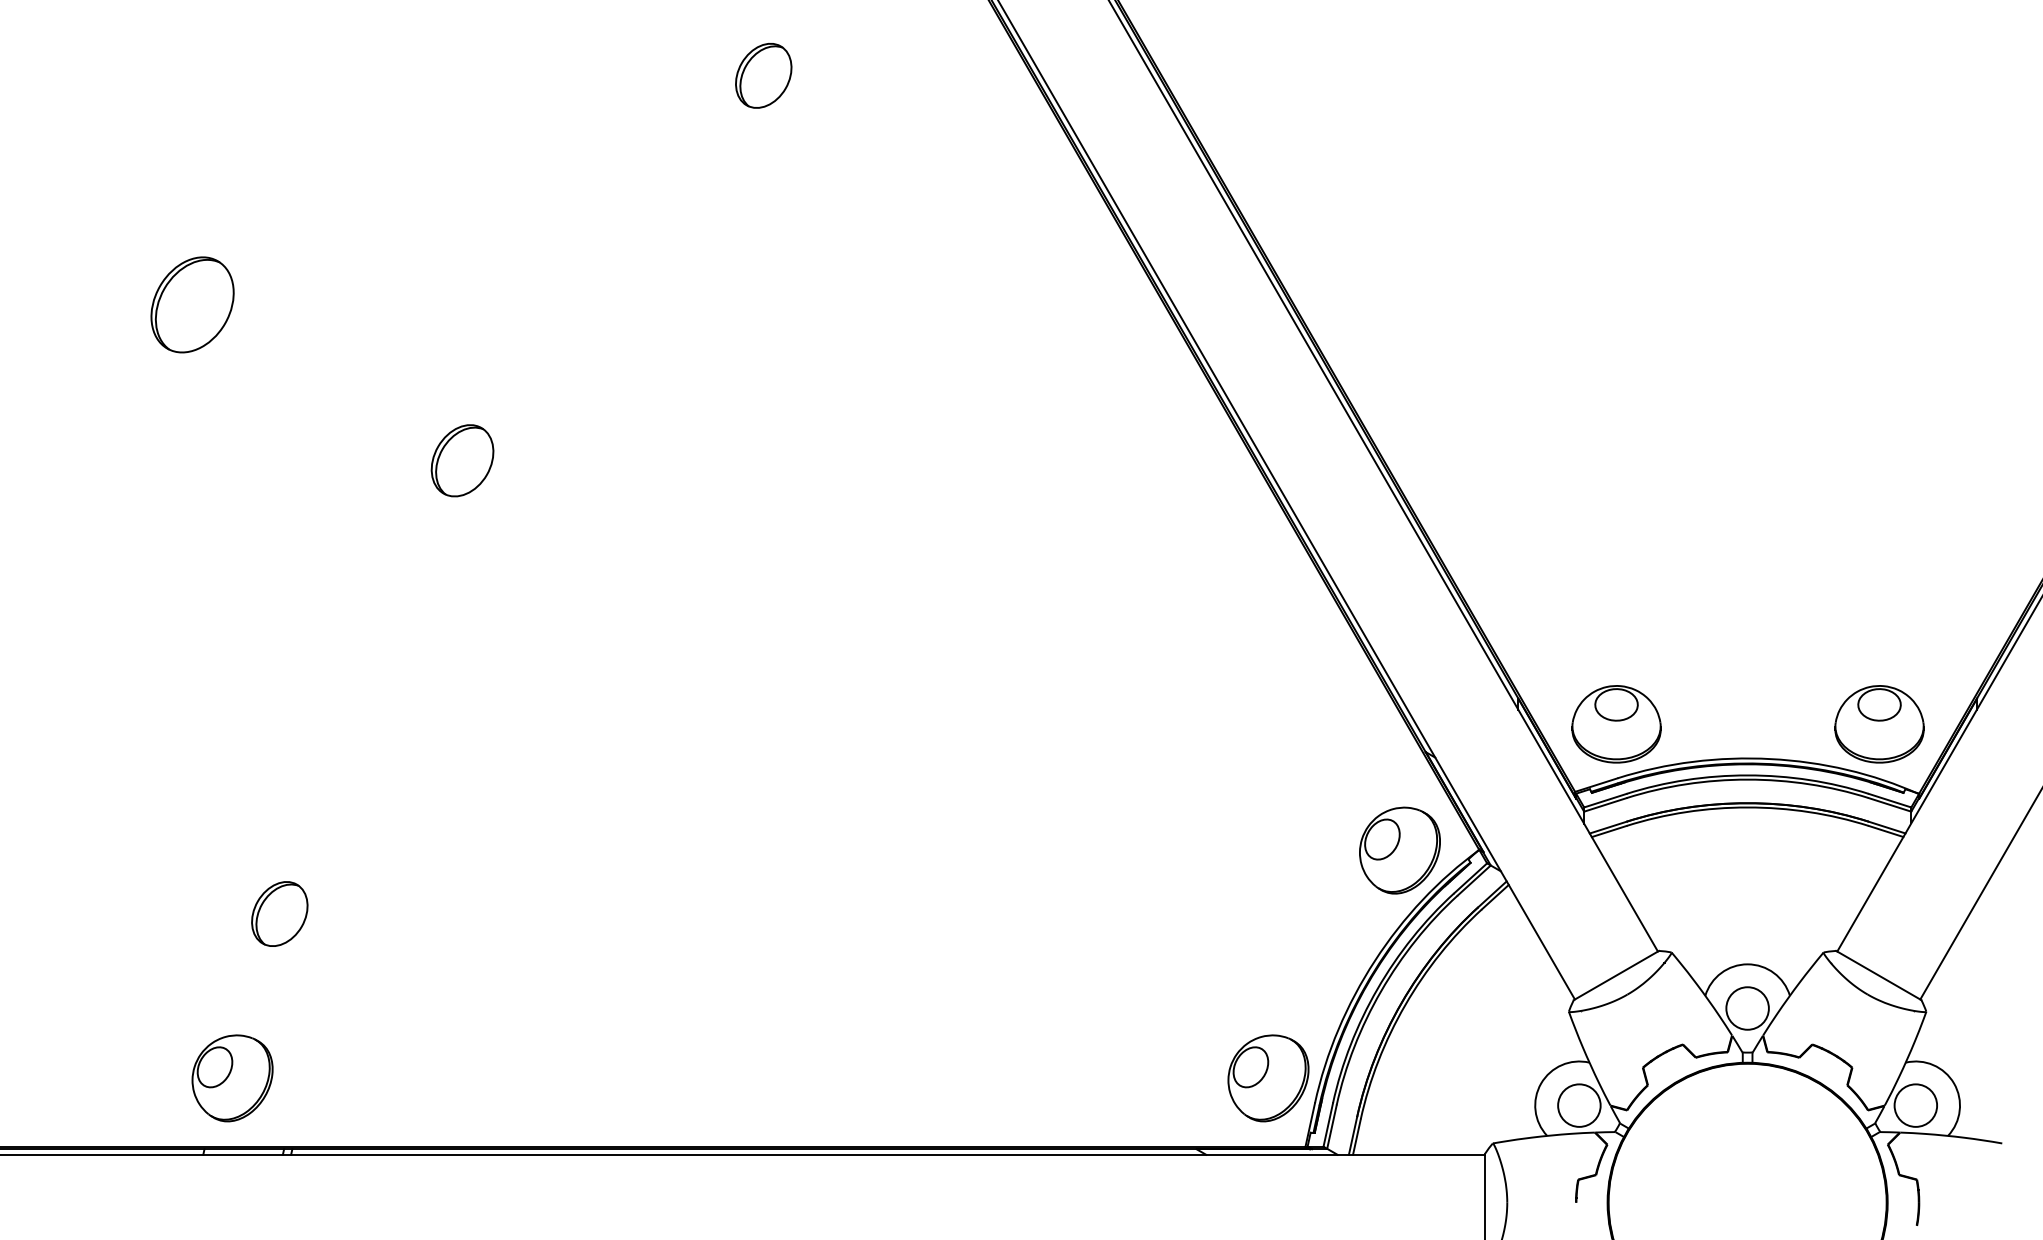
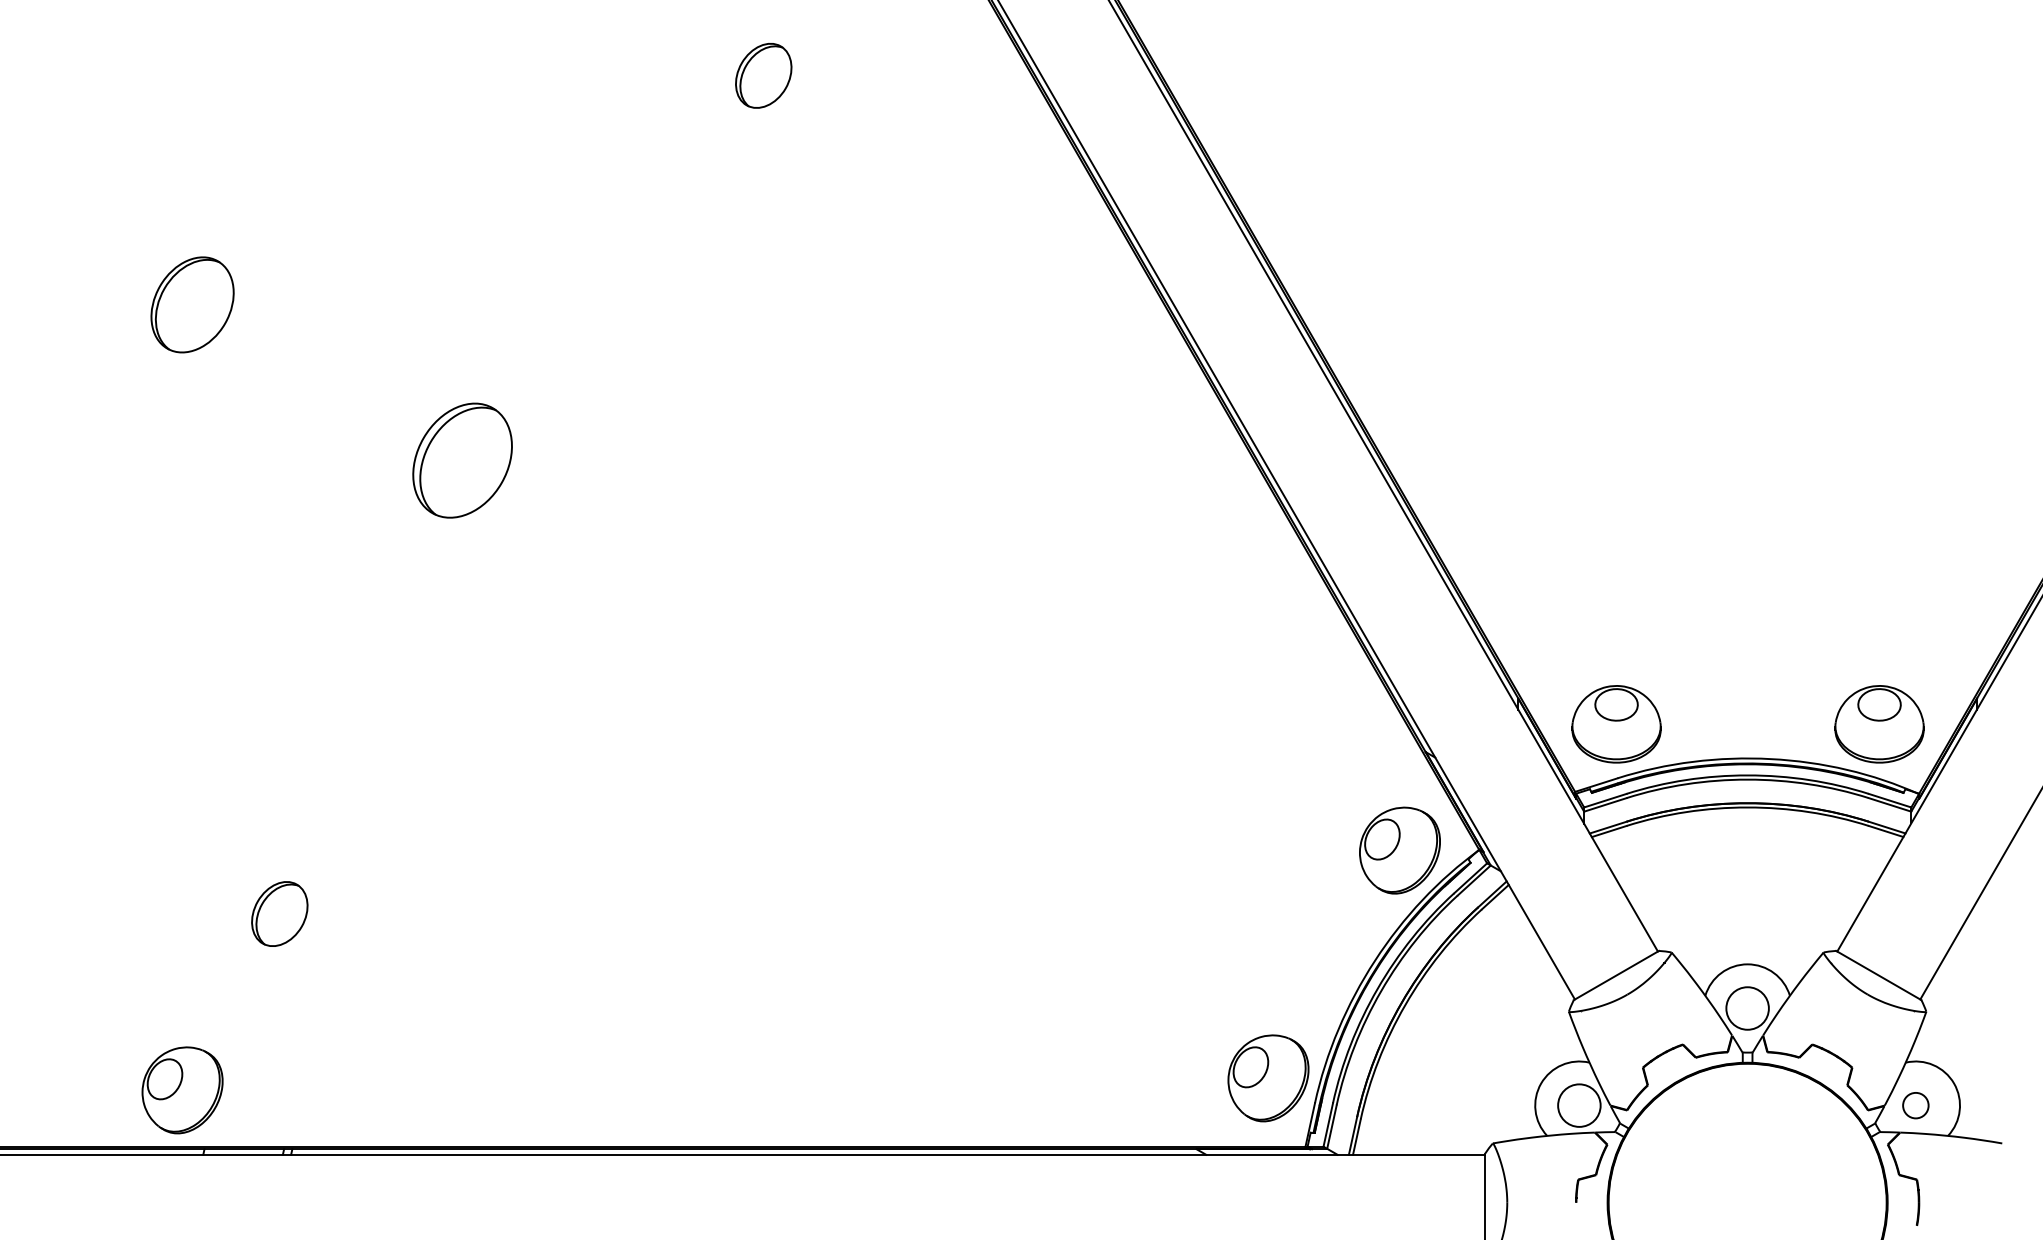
part at (462, 460) size: 65x74 px -> 101x117 px
part at (232, 1078) position: (232, 1078) -> (182, 1090)
circle at (1915, 1105) diameter: 43 px -> 26 px
